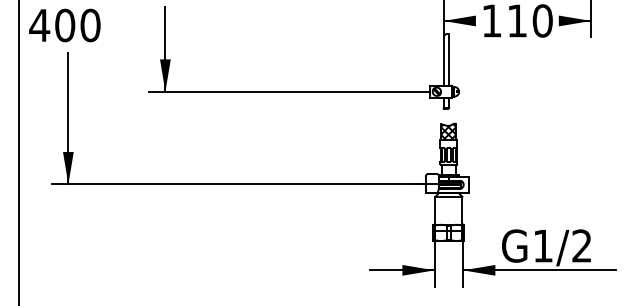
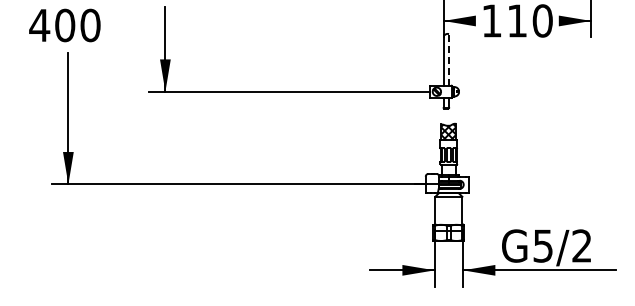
line at (449, 59): solid -> dashed
line at (19, 152): present -> none
text at (542, 245): G1/2 -> G5/2
